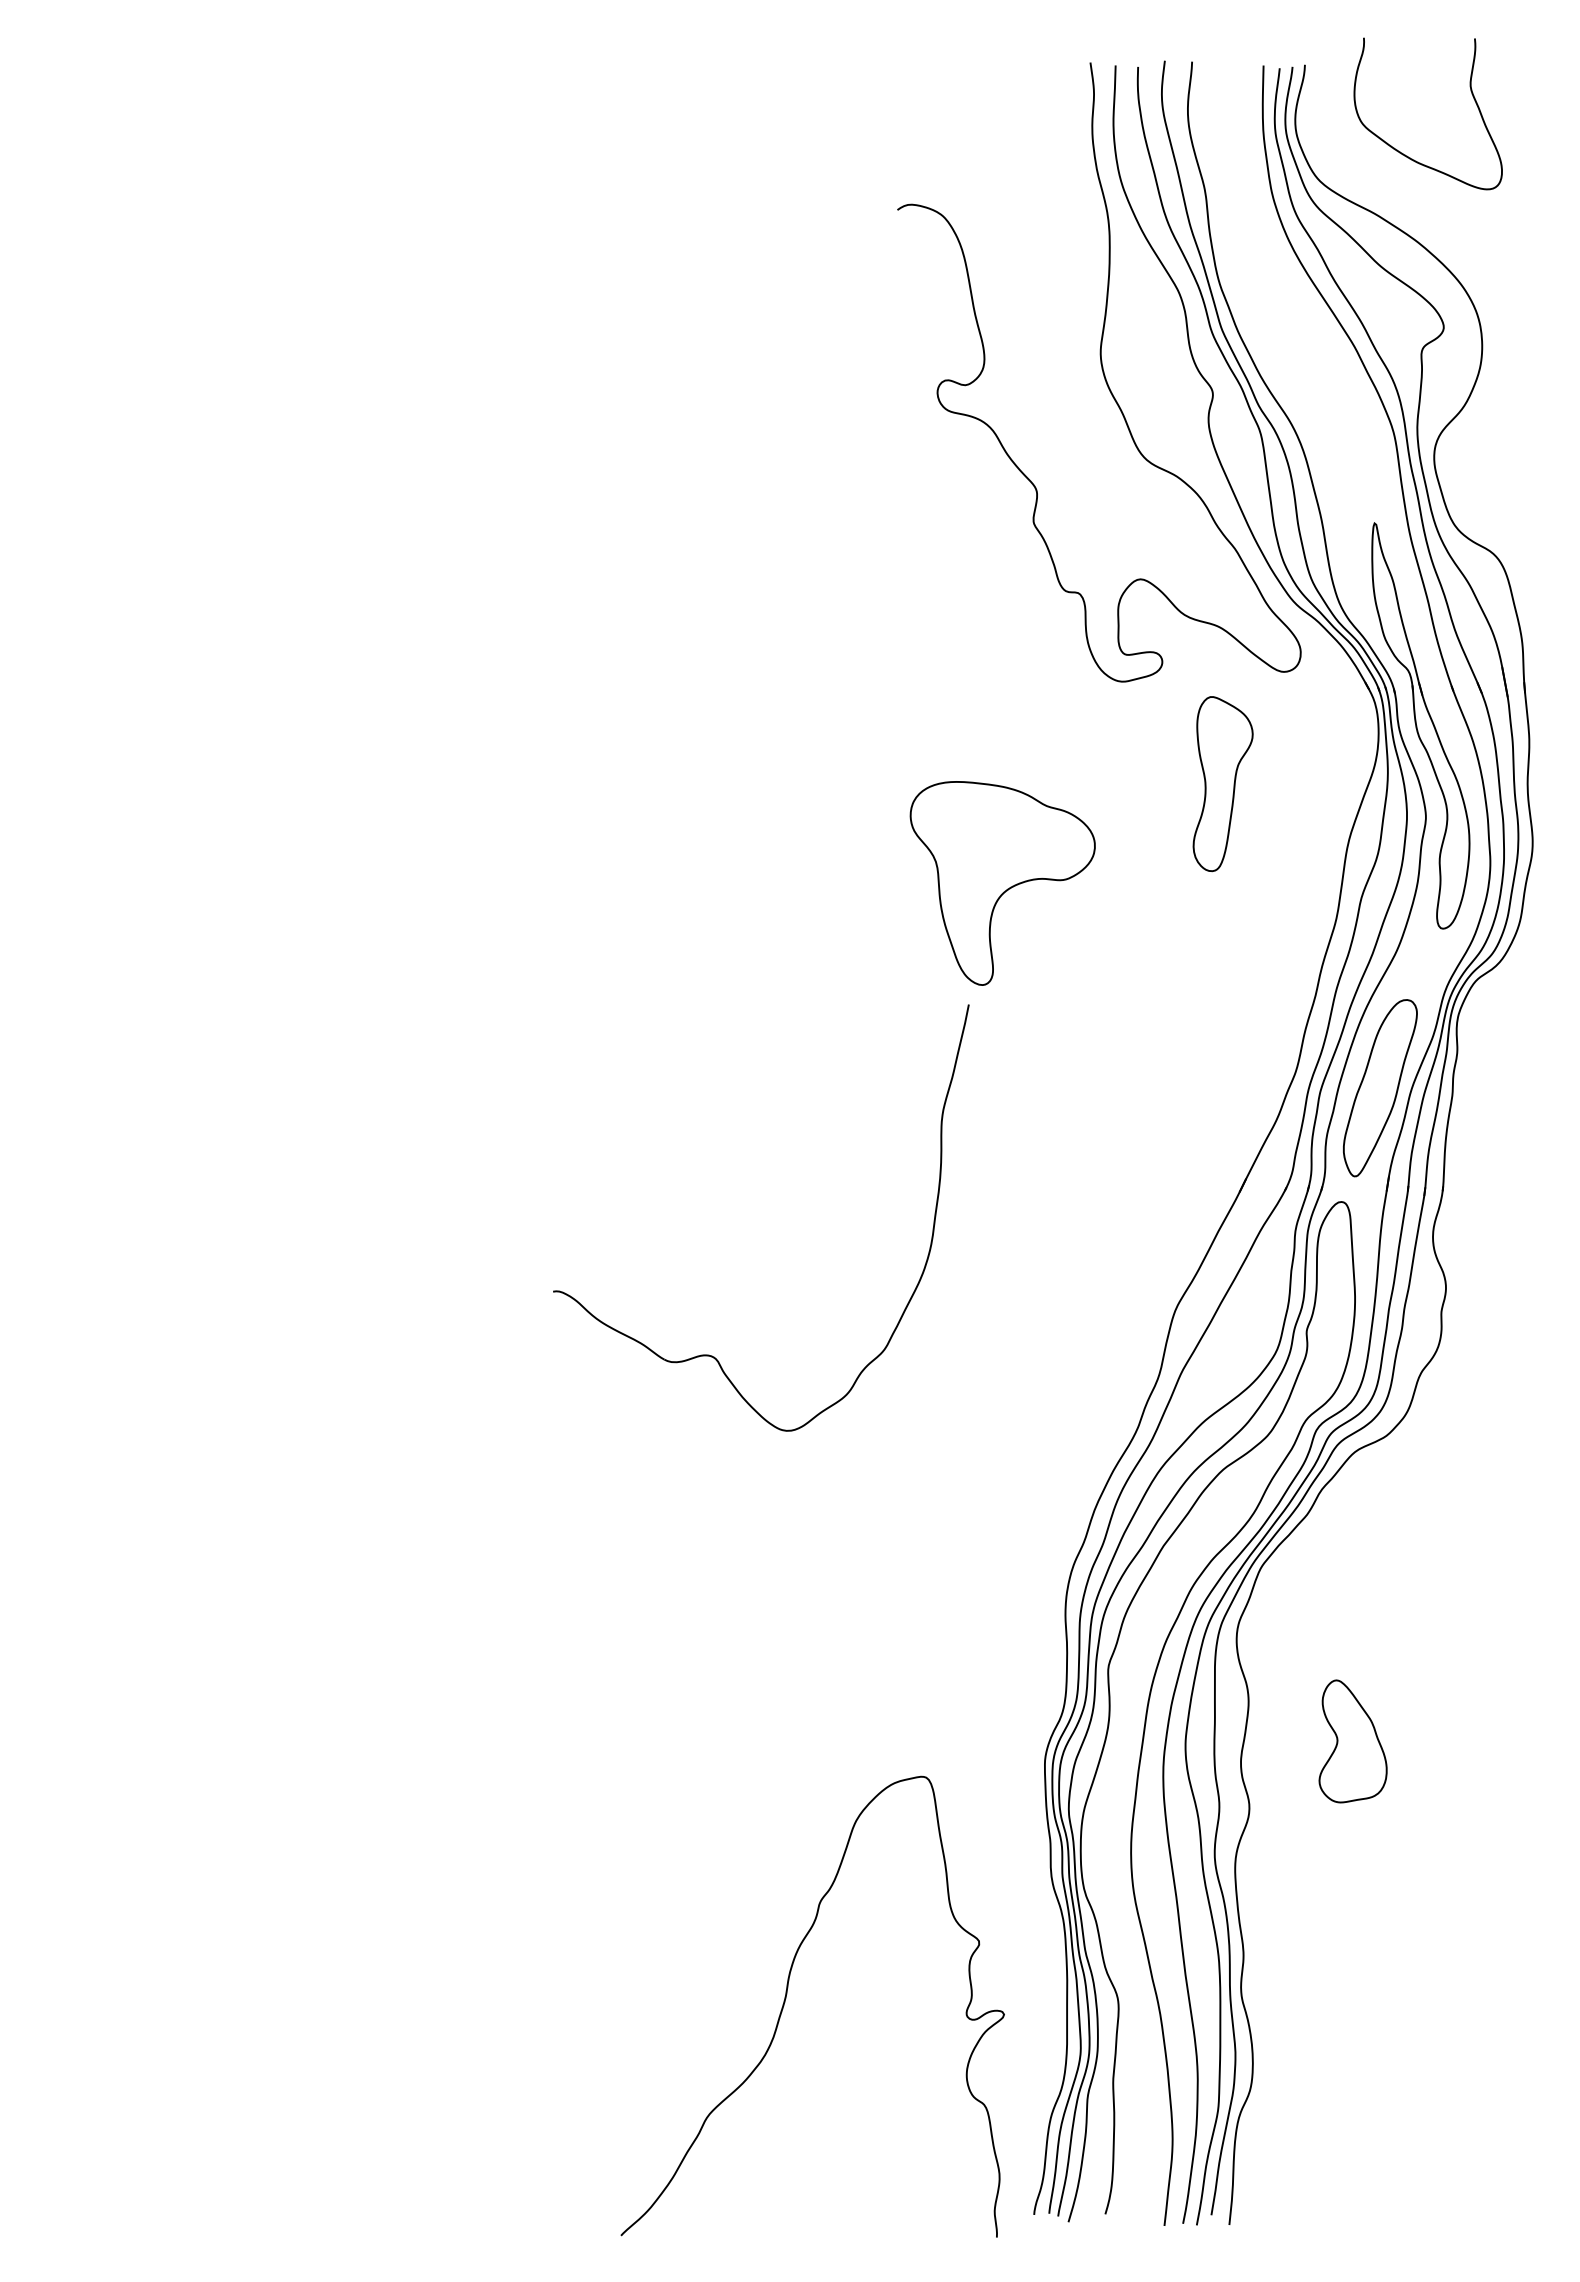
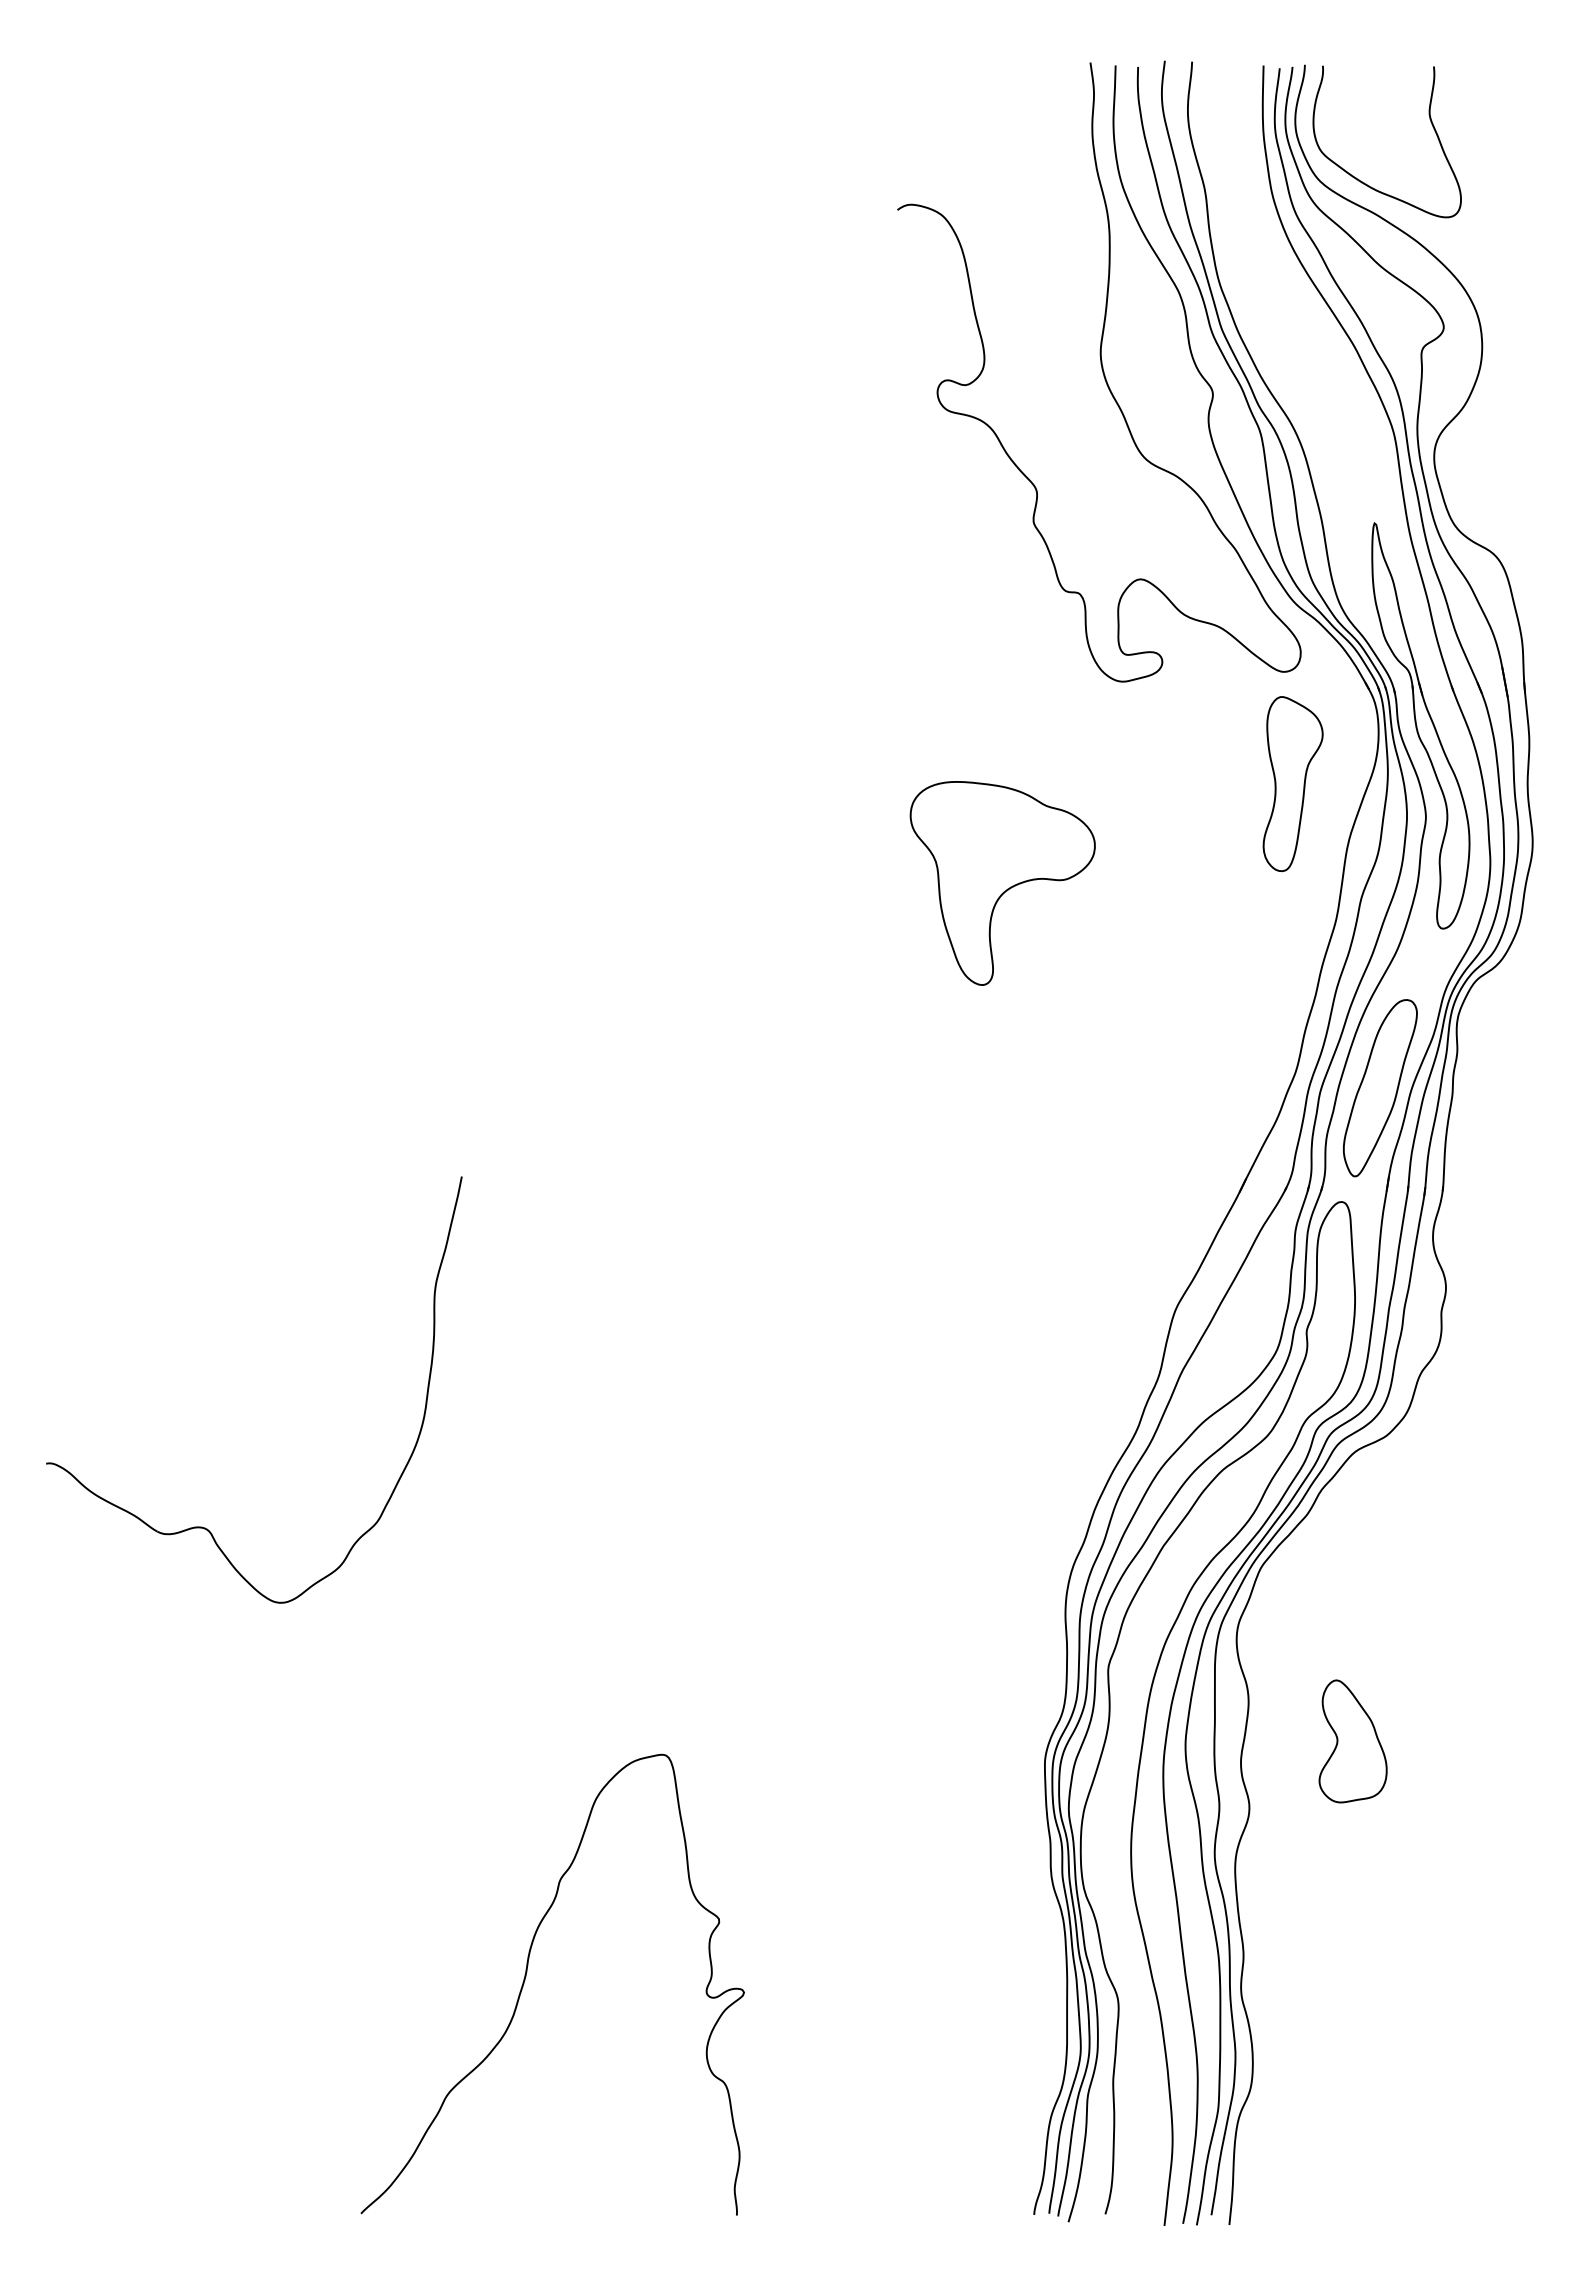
curve at (1407, 155) position: (1407, 155) -> (1366, 183)
part at (1222, 784) position: (1222, 784) -> (1292, 784)
part at (712, 1355) position: (712, 1355) -> (205, 1527)
curve at (786, 1998) position: (786, 1998) -> (526, 1976)
